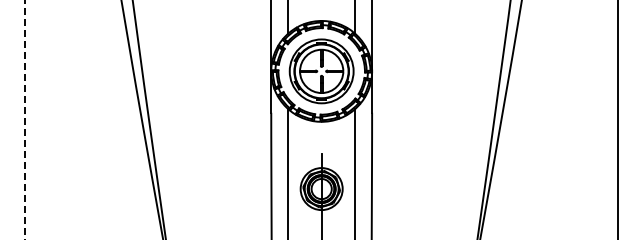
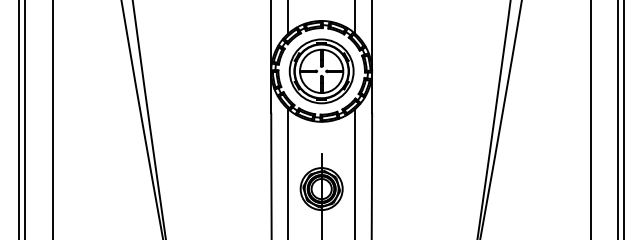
line at (19, 119): none -> present
line at (25, 119): dashed -> solid
line at (52, 119): none -> present
line at (590, 119): none -> present
line at (624, 119): none -> present
